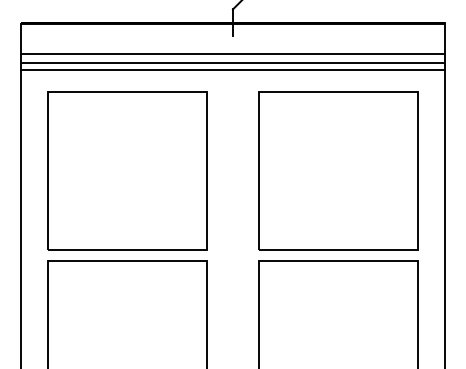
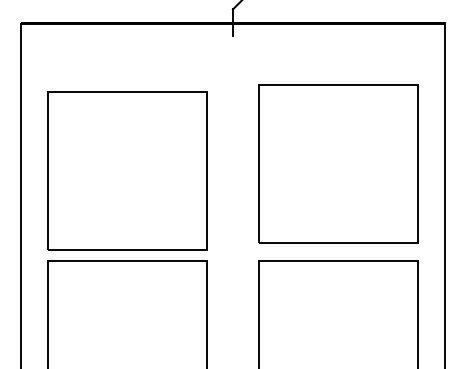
line at (232, 54): present -> none
line at (232, 62): present -> none
line at (232, 69): present -> none
part at (338, 170) position: (338, 170) -> (338, 163)
